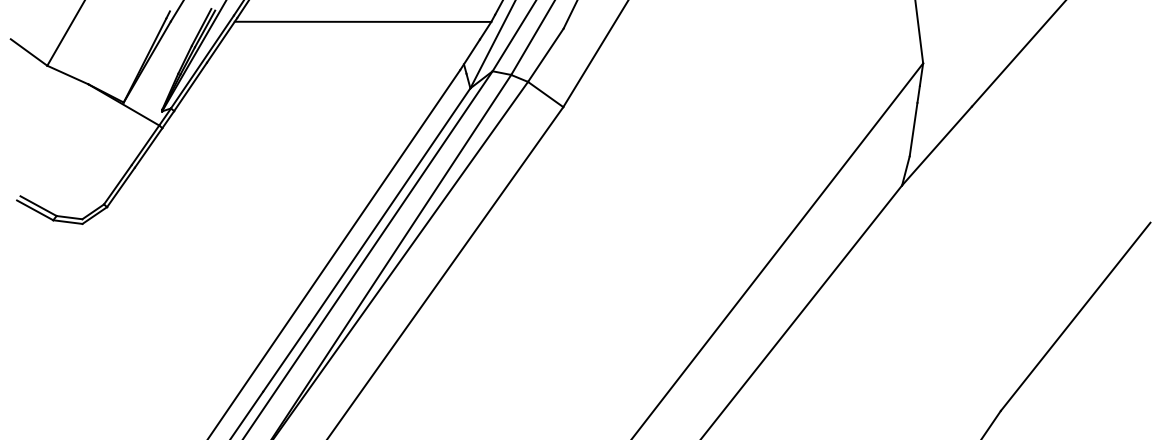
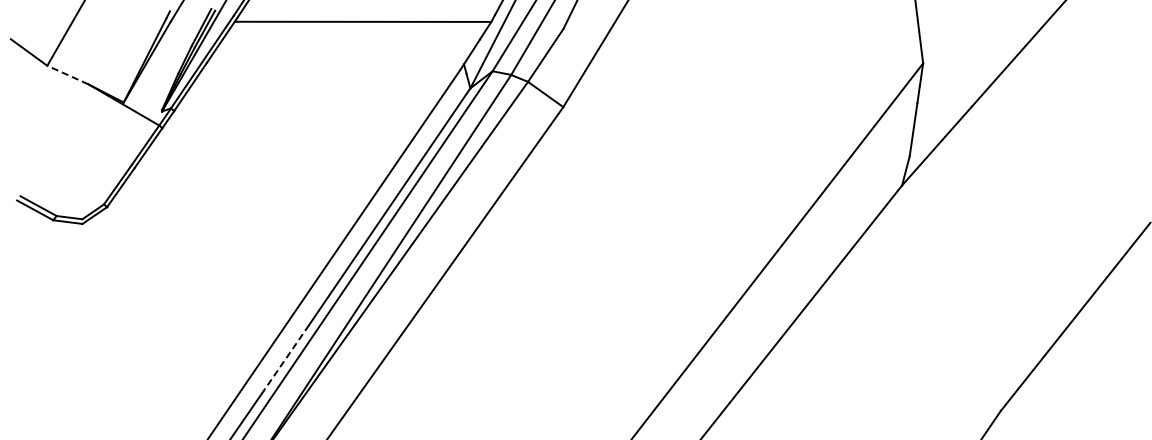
line at (67, 75): solid -> dashed
line at (285, 358): solid -> dashed
